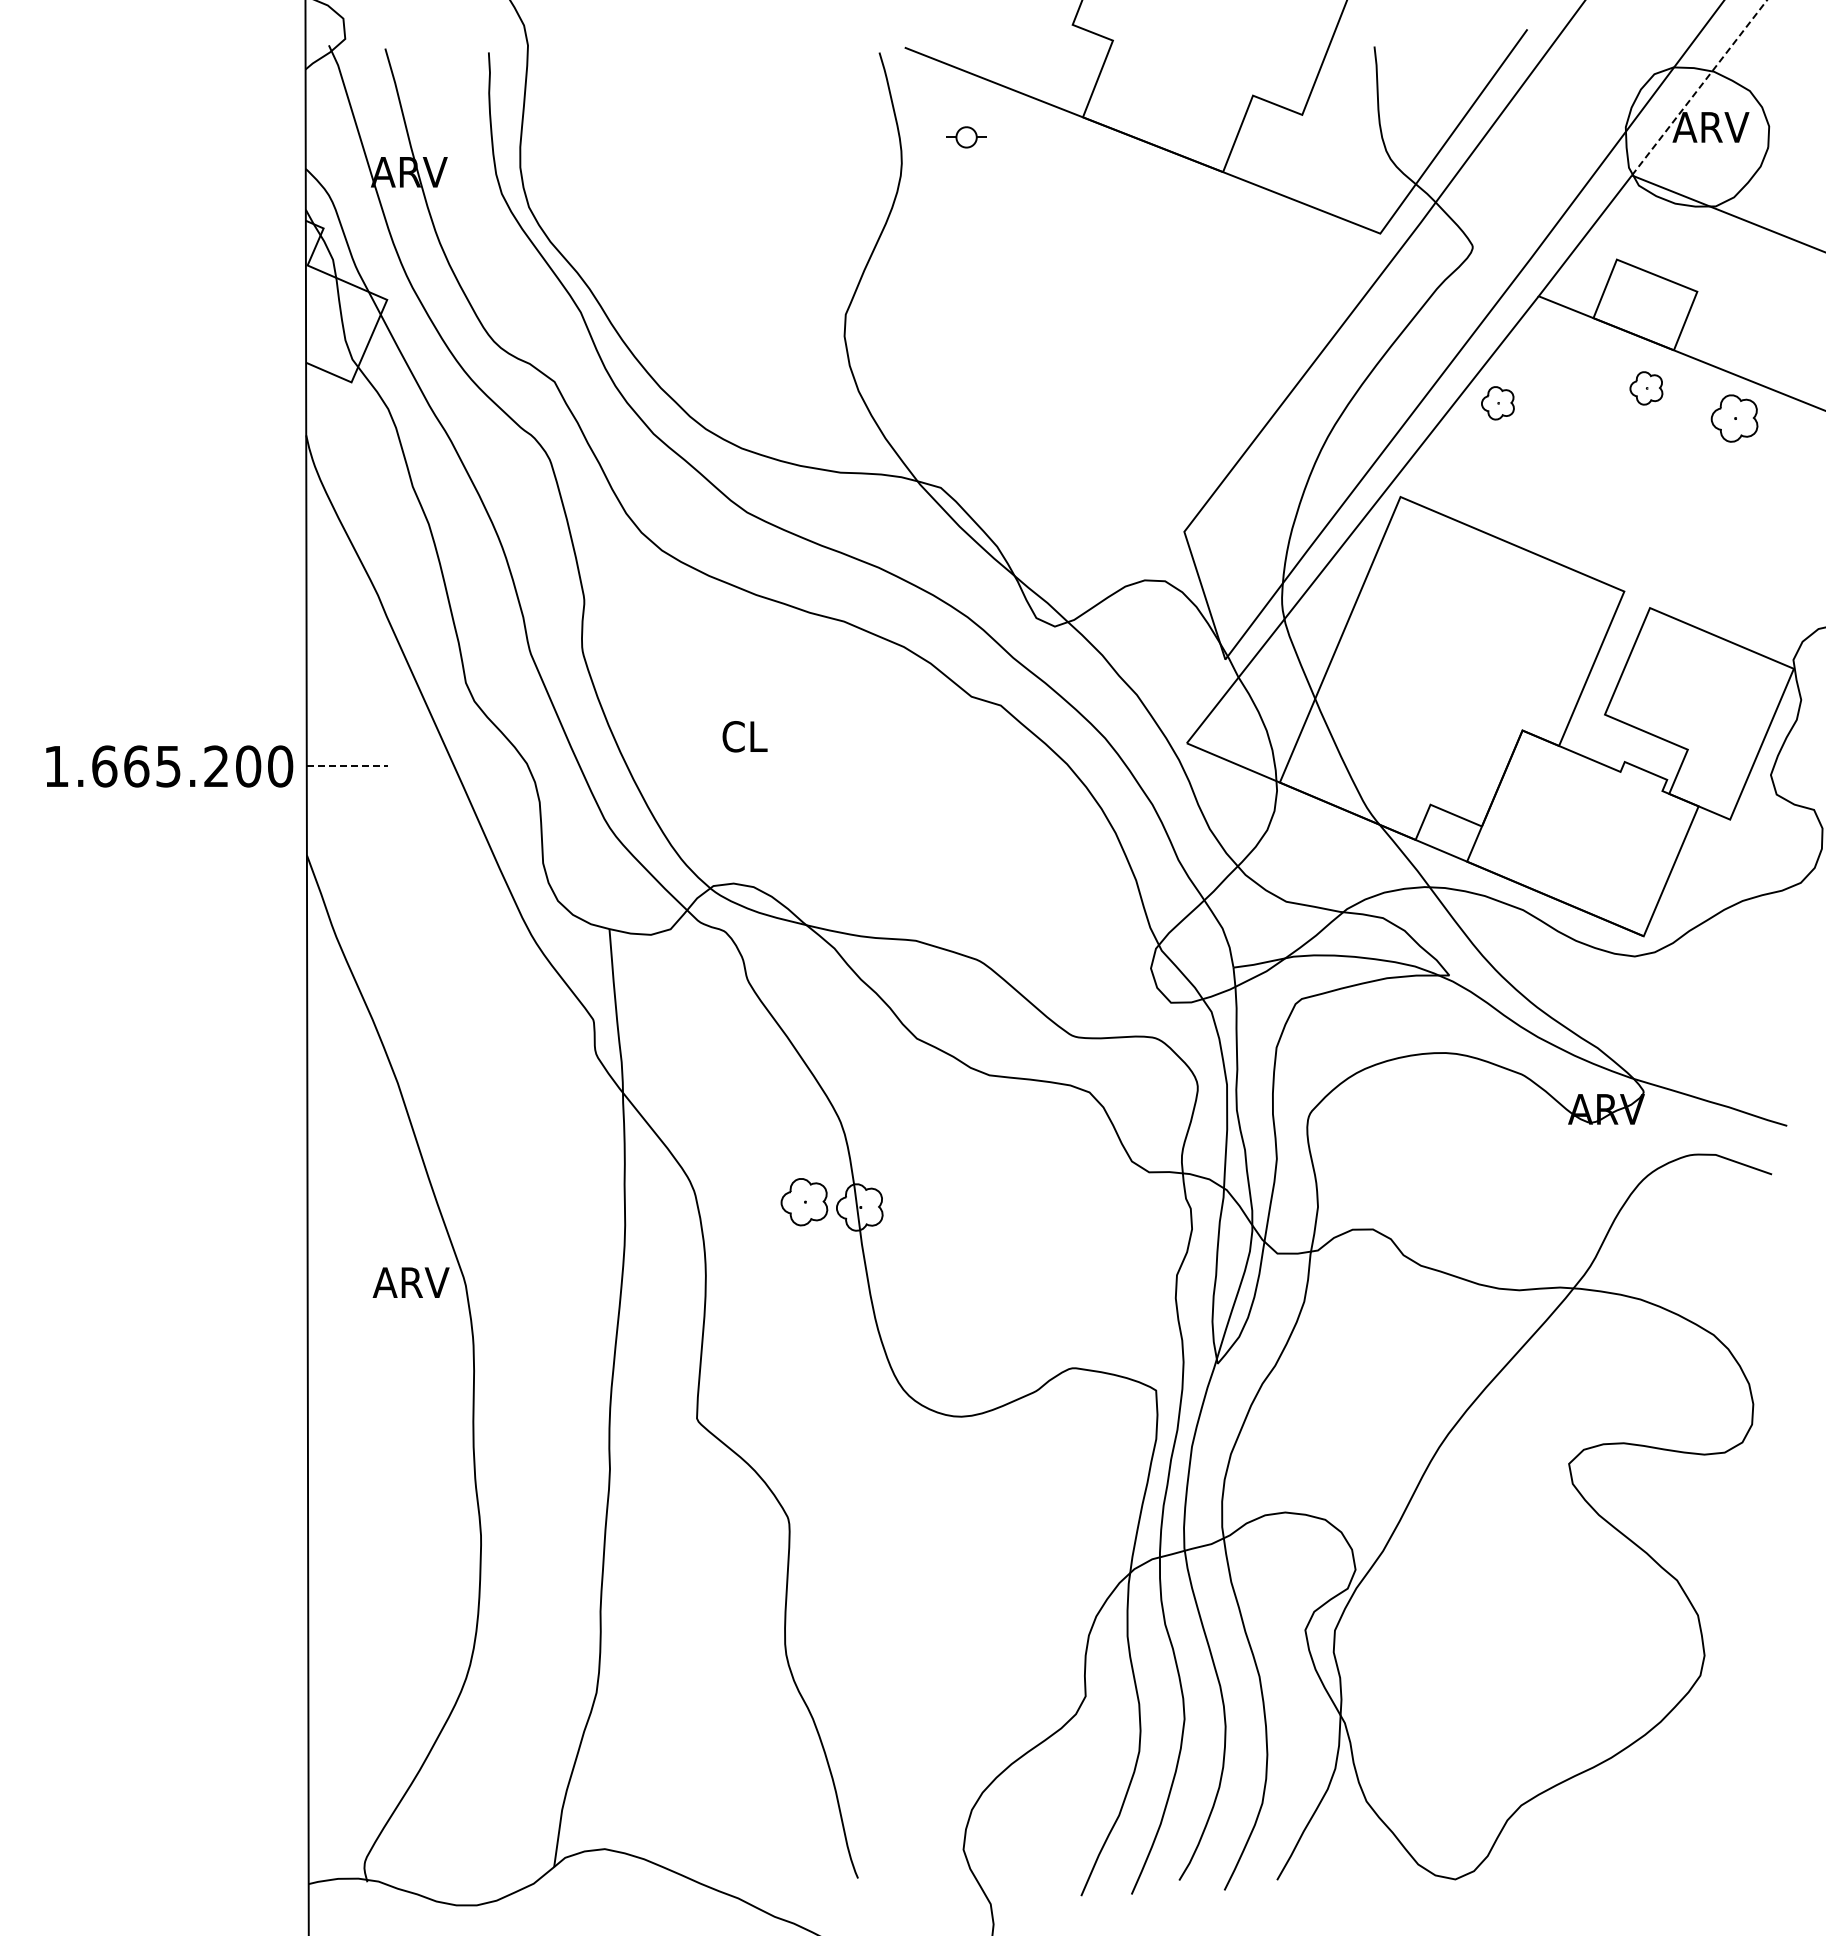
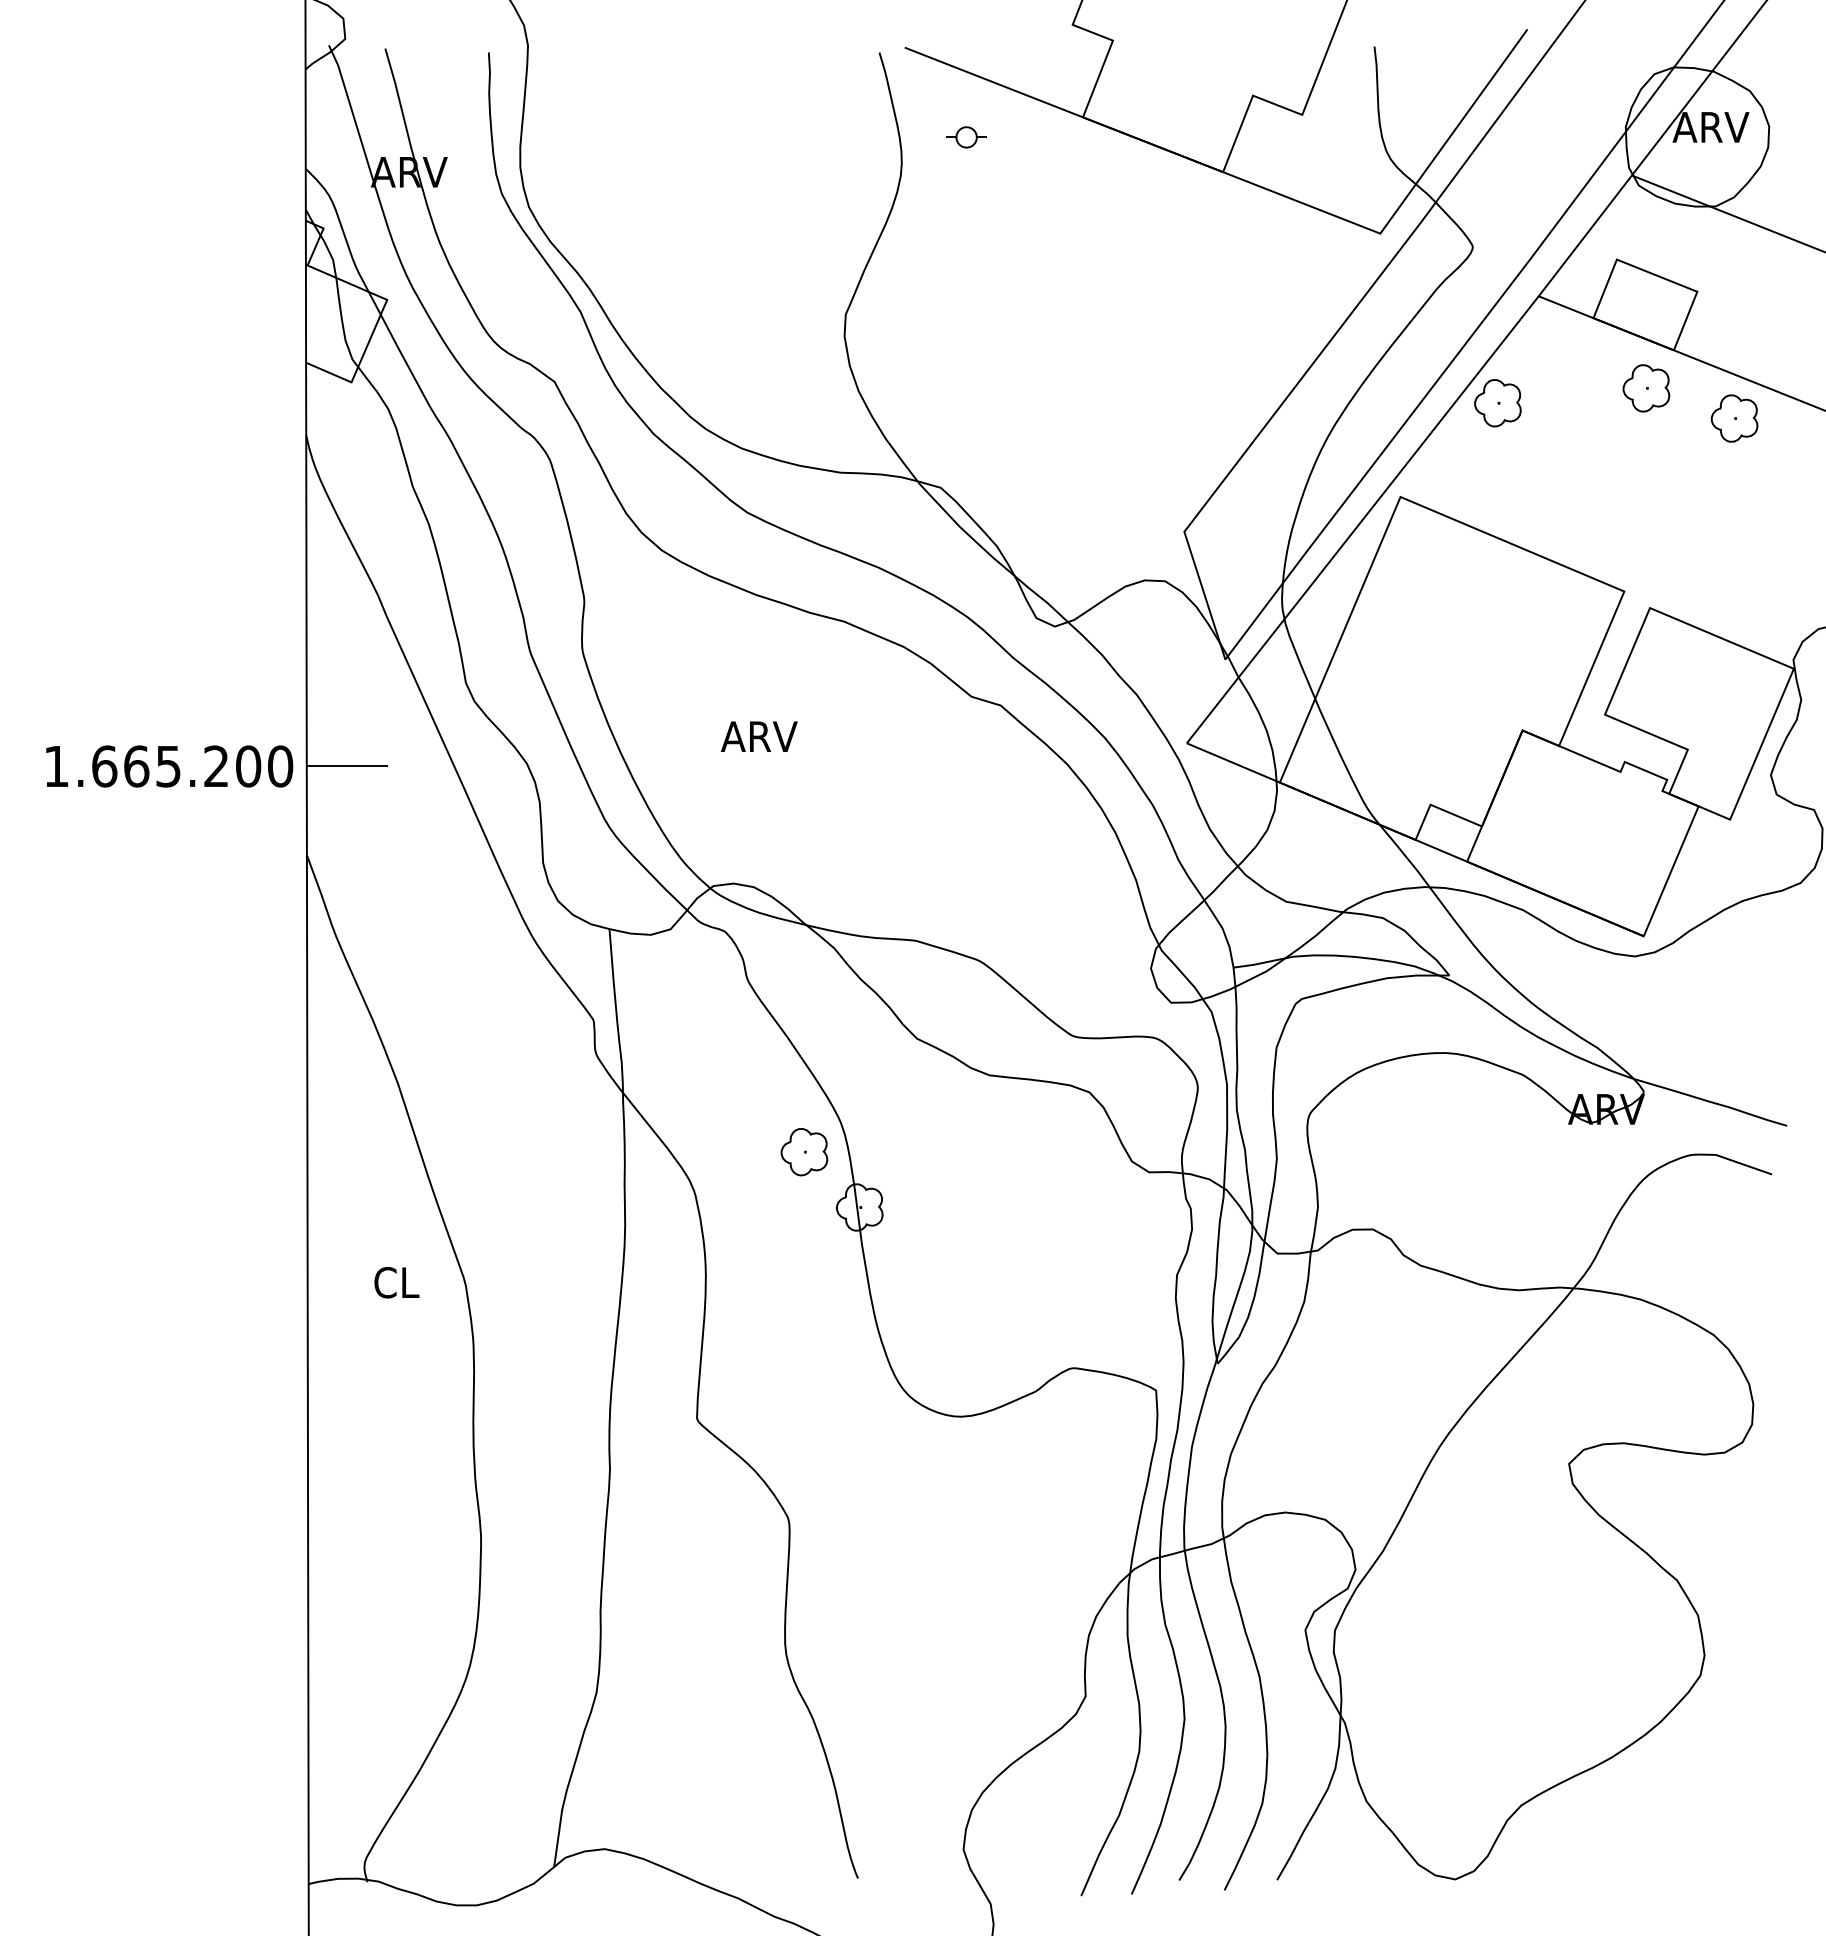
line at (1699, 87): dashed -> solid
part at (1646, 388) size: 35x35 px -> 49x49 px
part at (1497, 403) size: 34x35 px -> 48x49 px
text at (759, 736): CL -> ARV
line at (347, 766): dashed -> solid
part at (804, 1202) position: (804, 1202) -> (804, 1152)
text at (410, 1282): ARV -> CL
